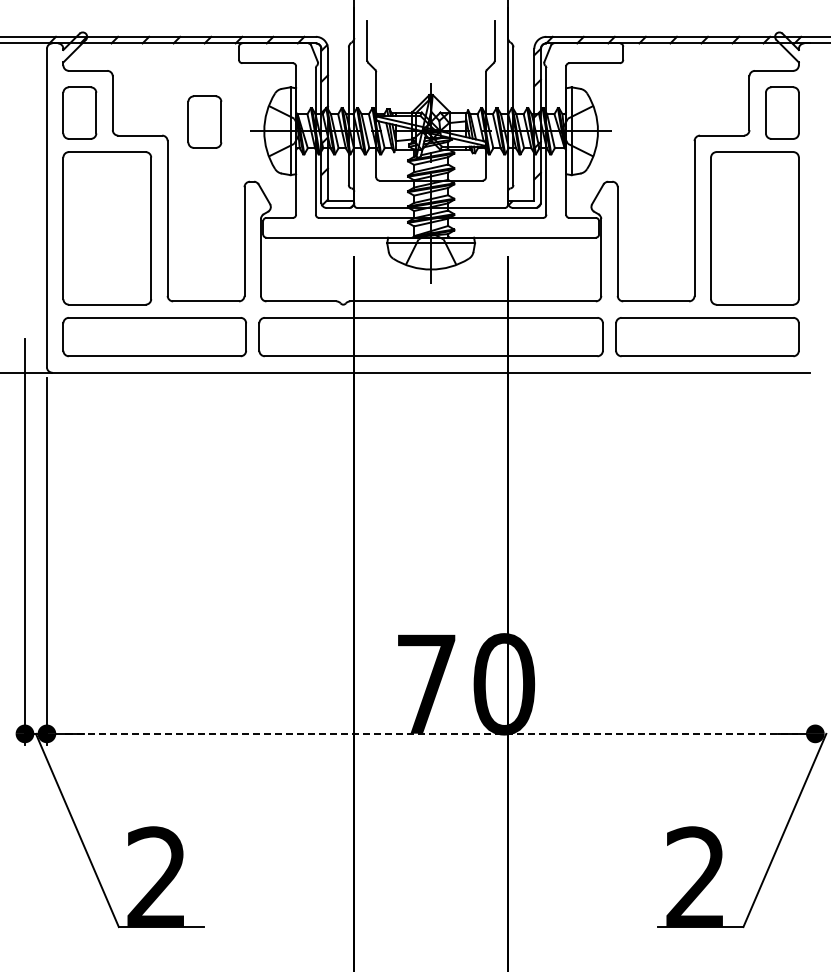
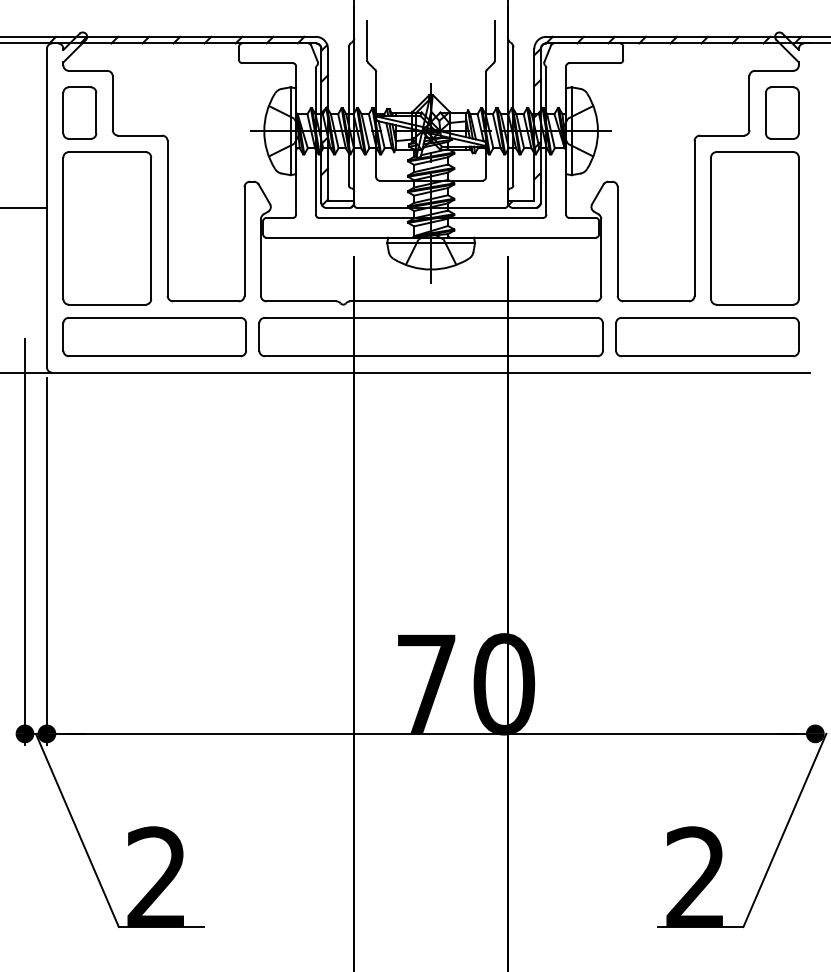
part at (204, 121): present -> none
line at (24, 208): none -> present
line at (431, 733): dashed -> solid
